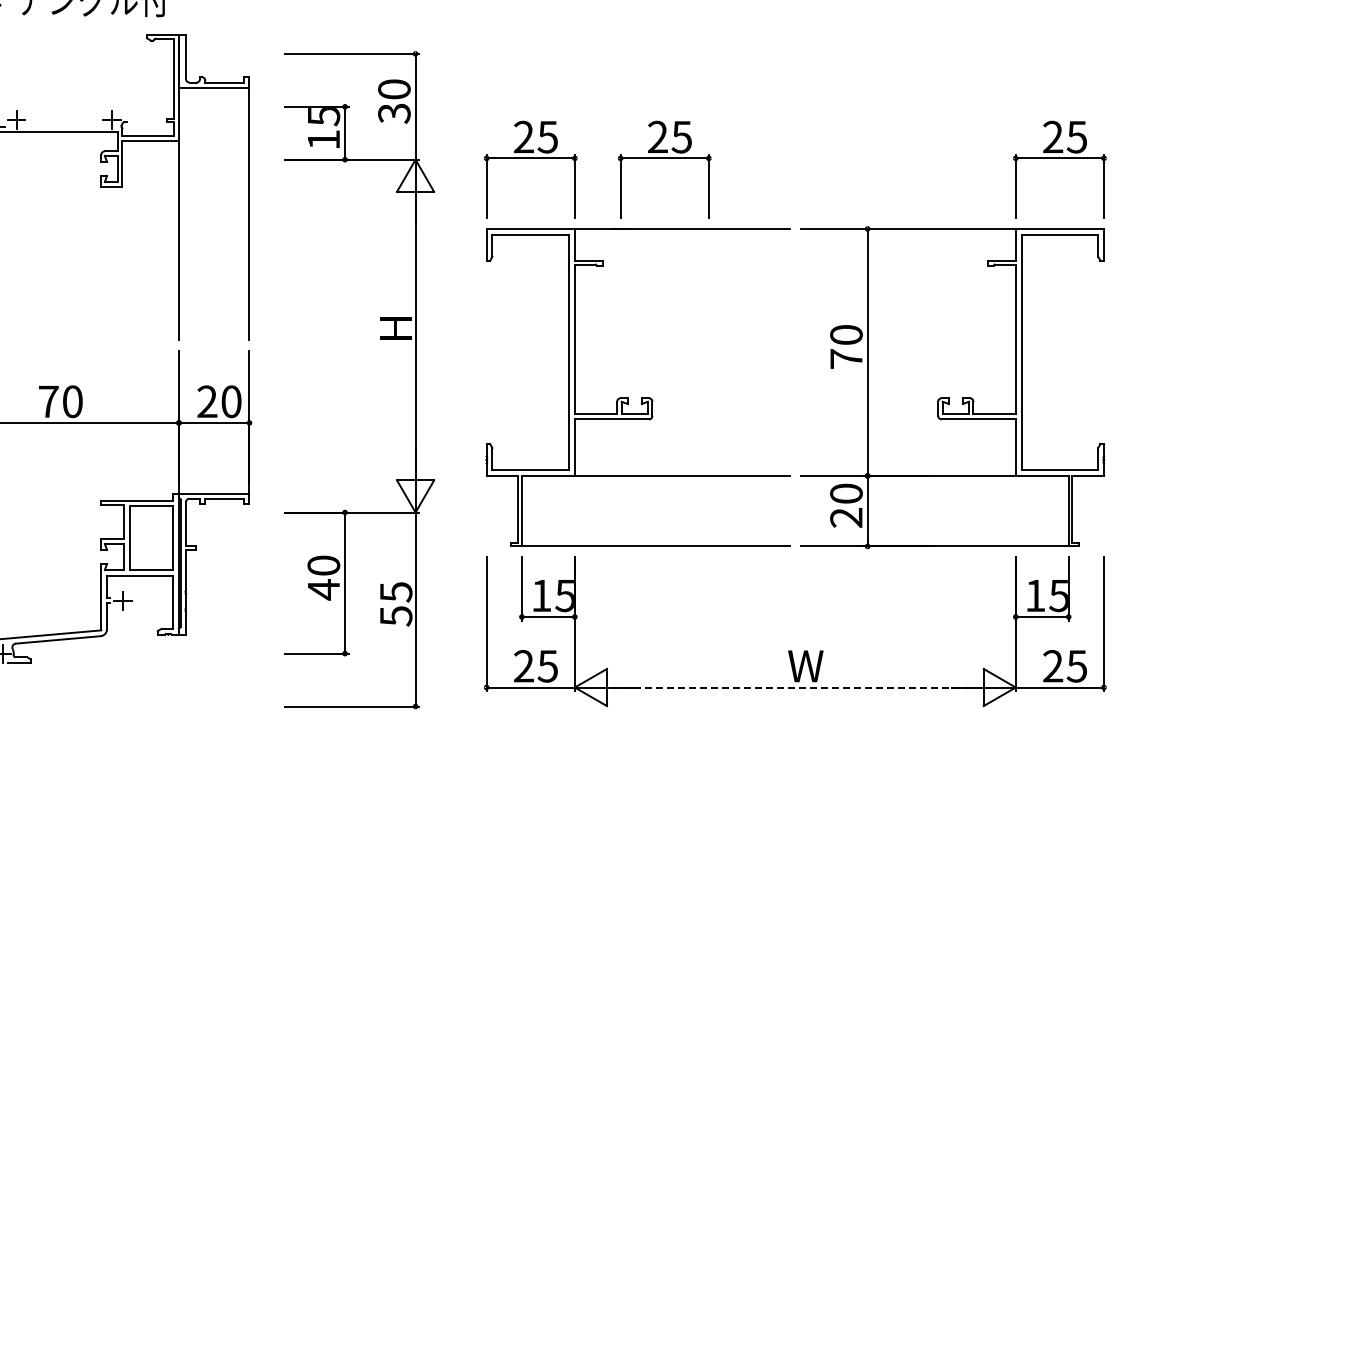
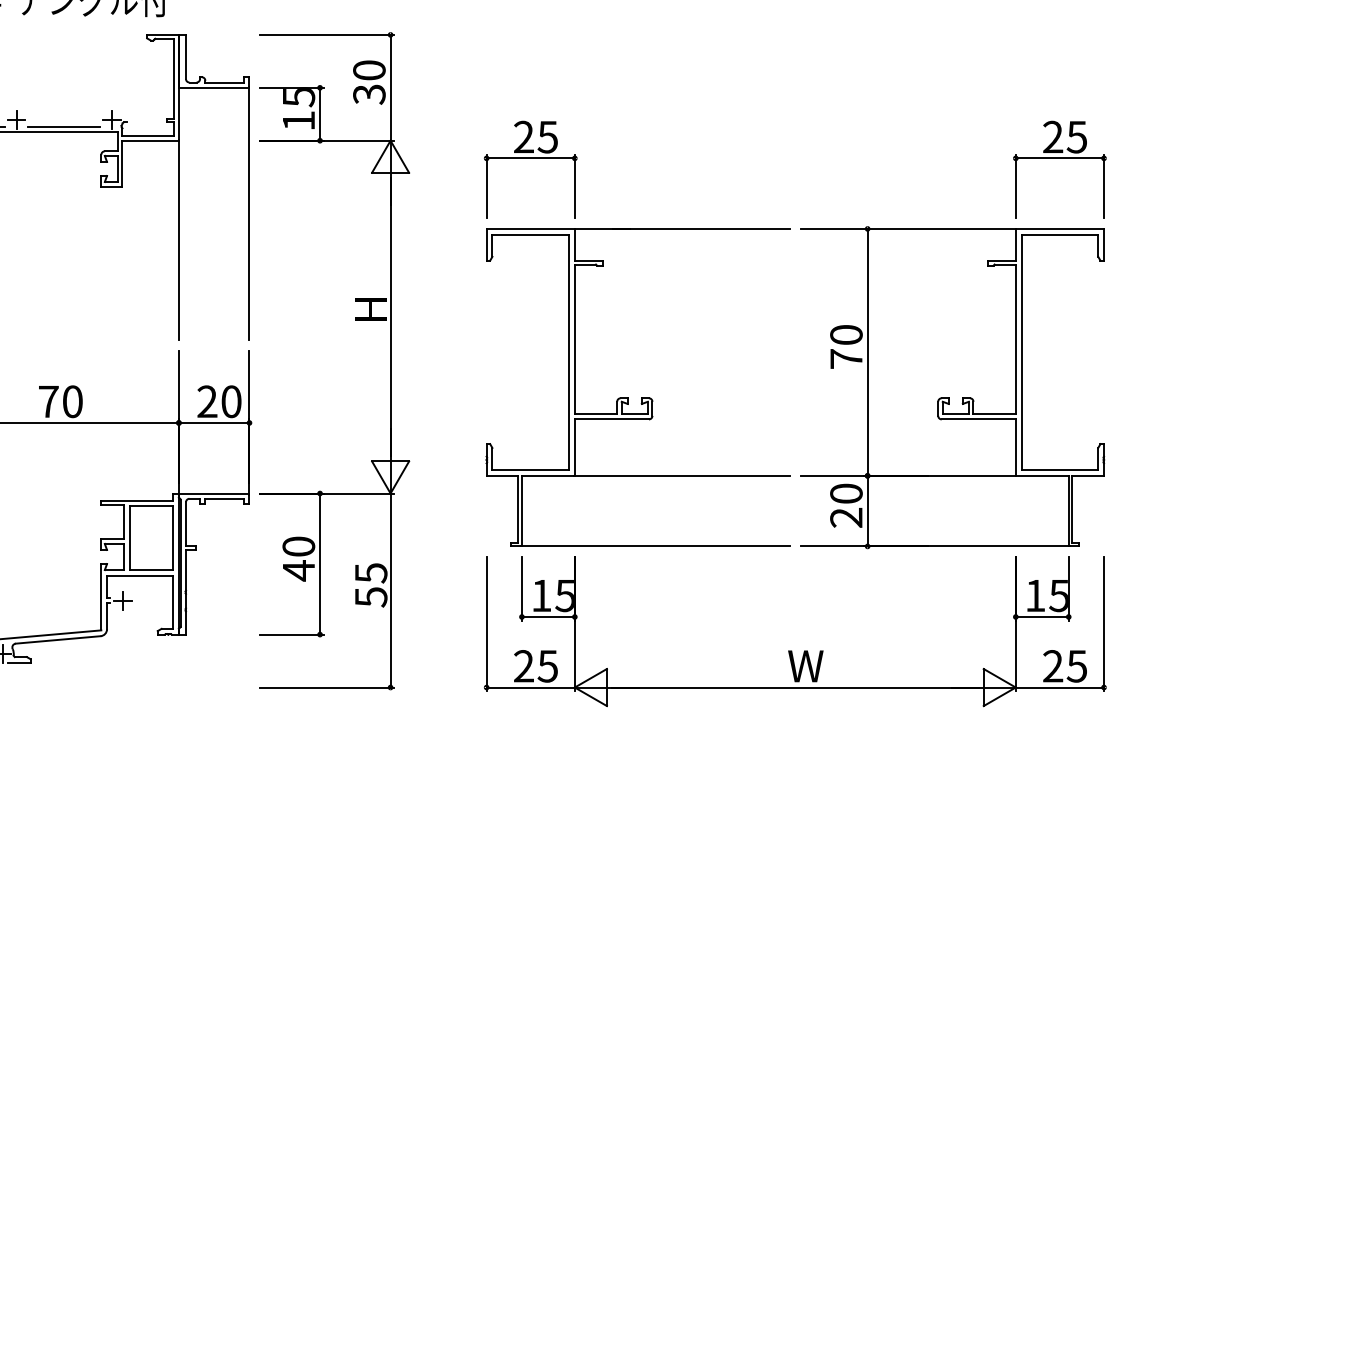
line at (64, 127): none -> present
part at (664, 158): present -> none
part at (380, 339) position: (380, 339) -> (355, 320)
line at (795, 687): dashed -> solid
